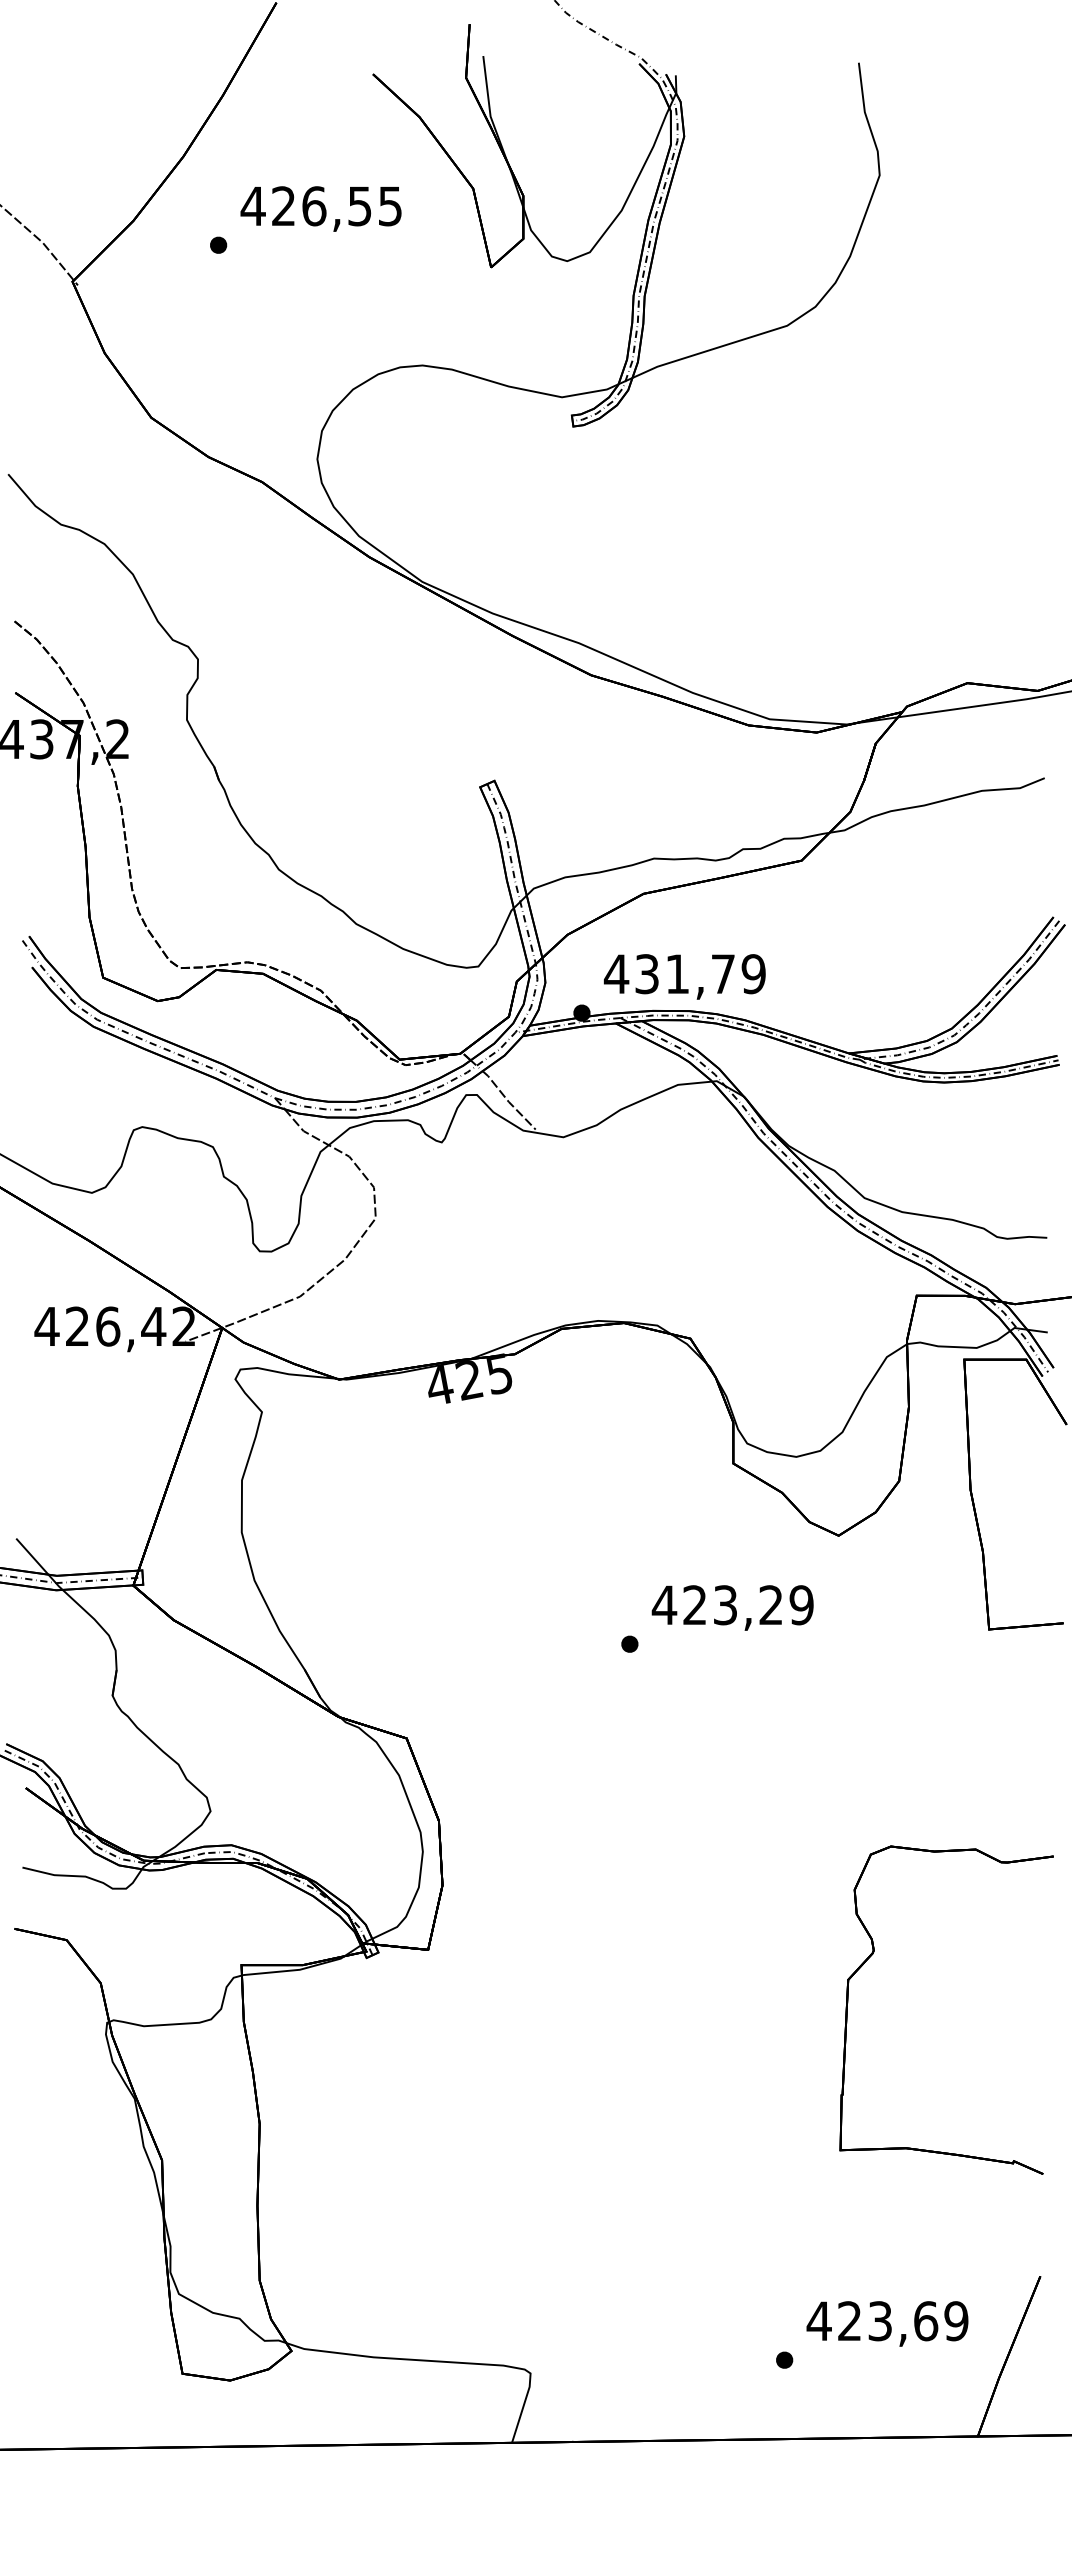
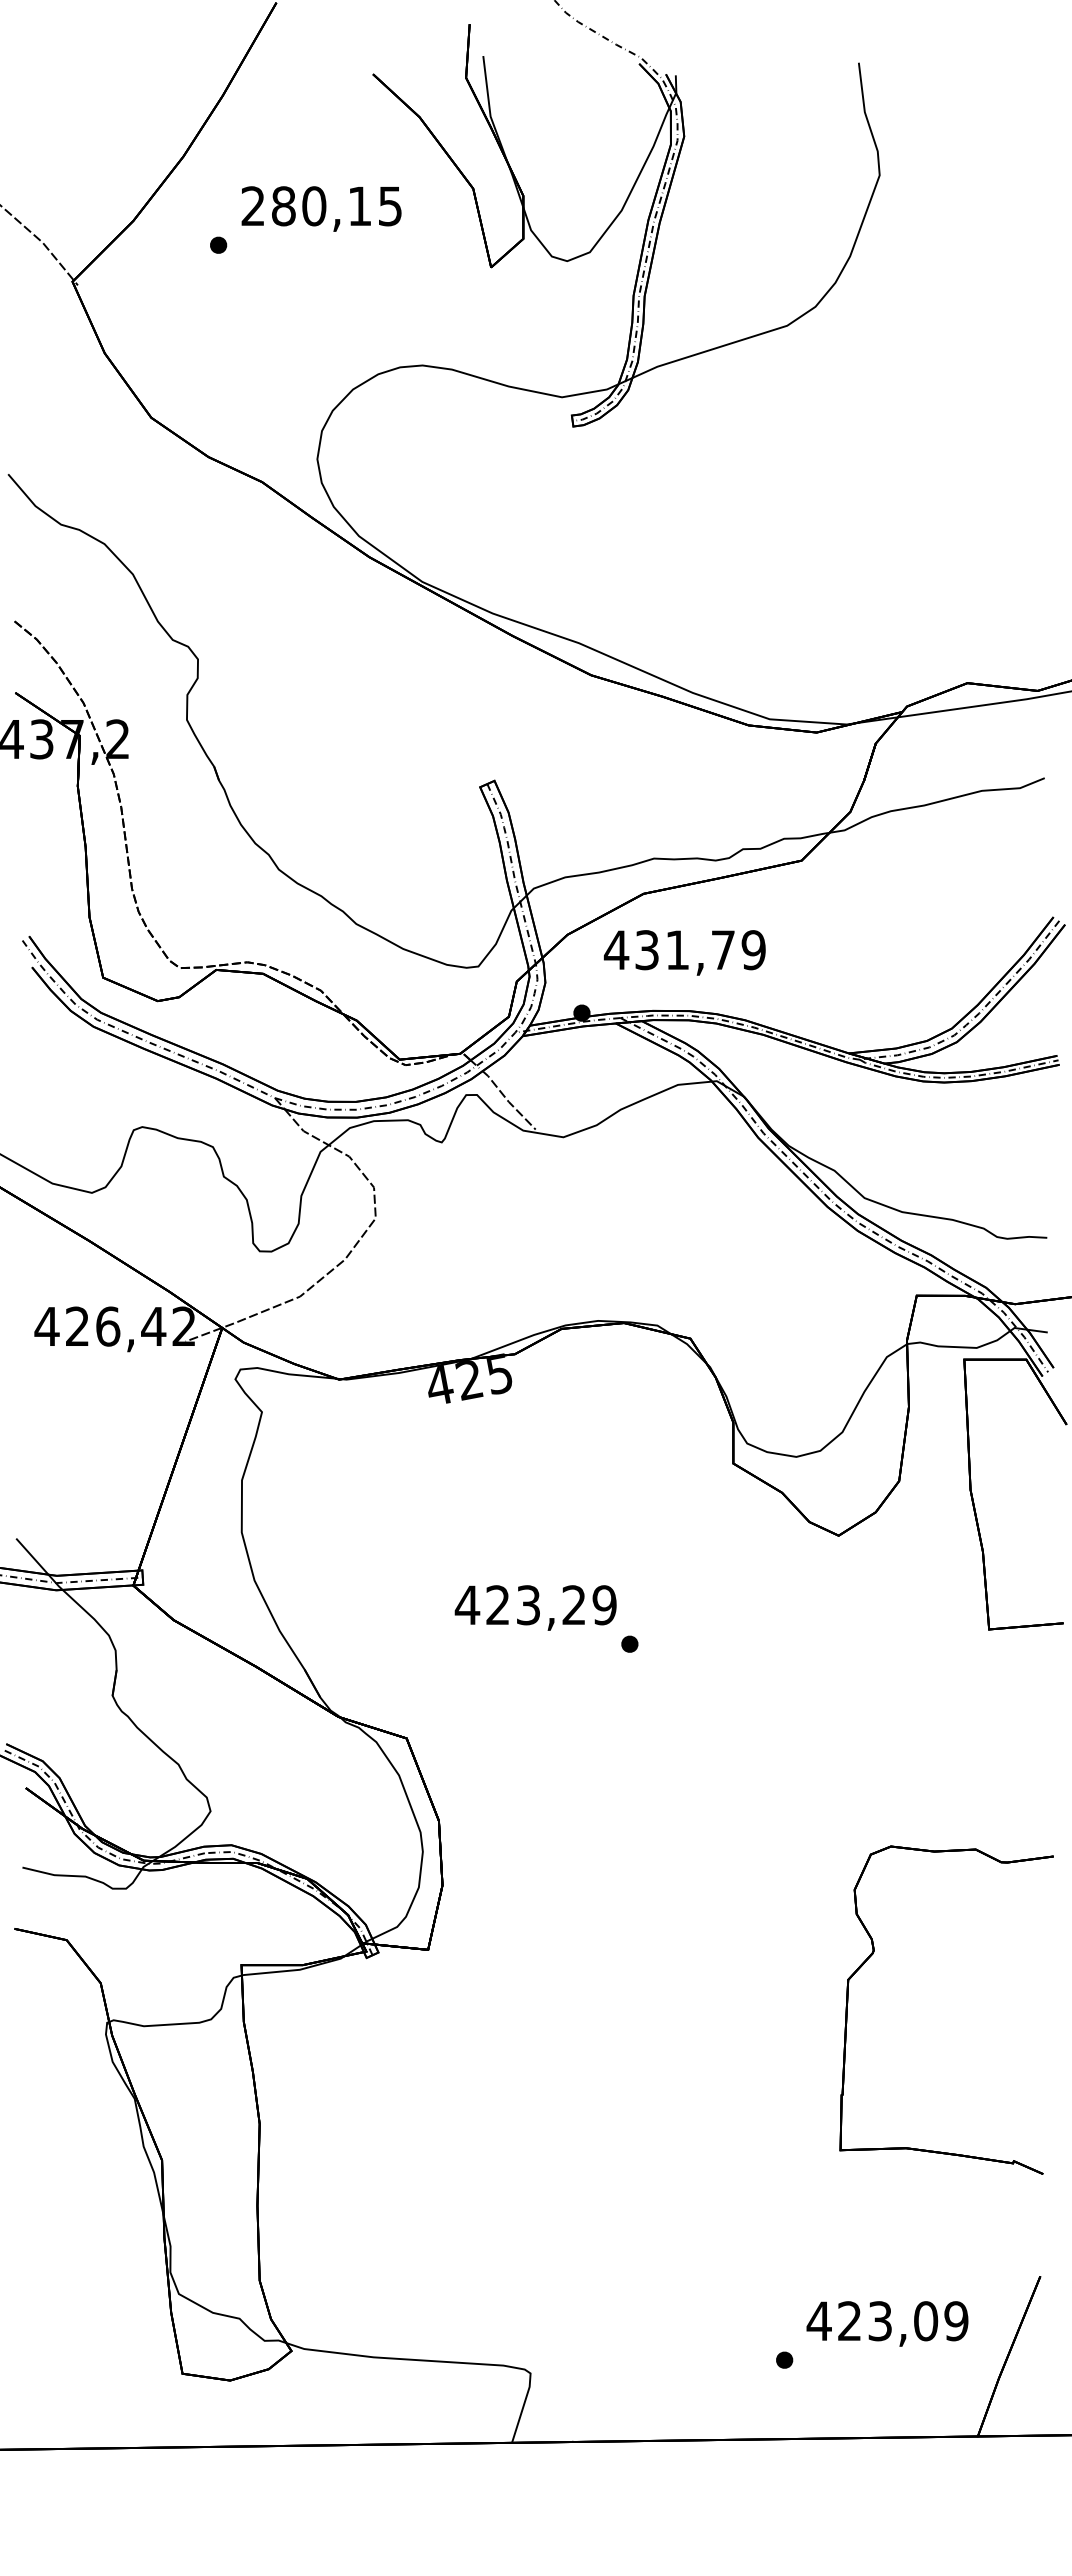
text at (305, 206): 426,55 -> 280,15
text at (684, 976) position: (684, 976) -> (684, 952)
text at (732, 1607) position: (732, 1607) -> (535, 1607)
text at (926, 2321): 423,69 -> 423,09
